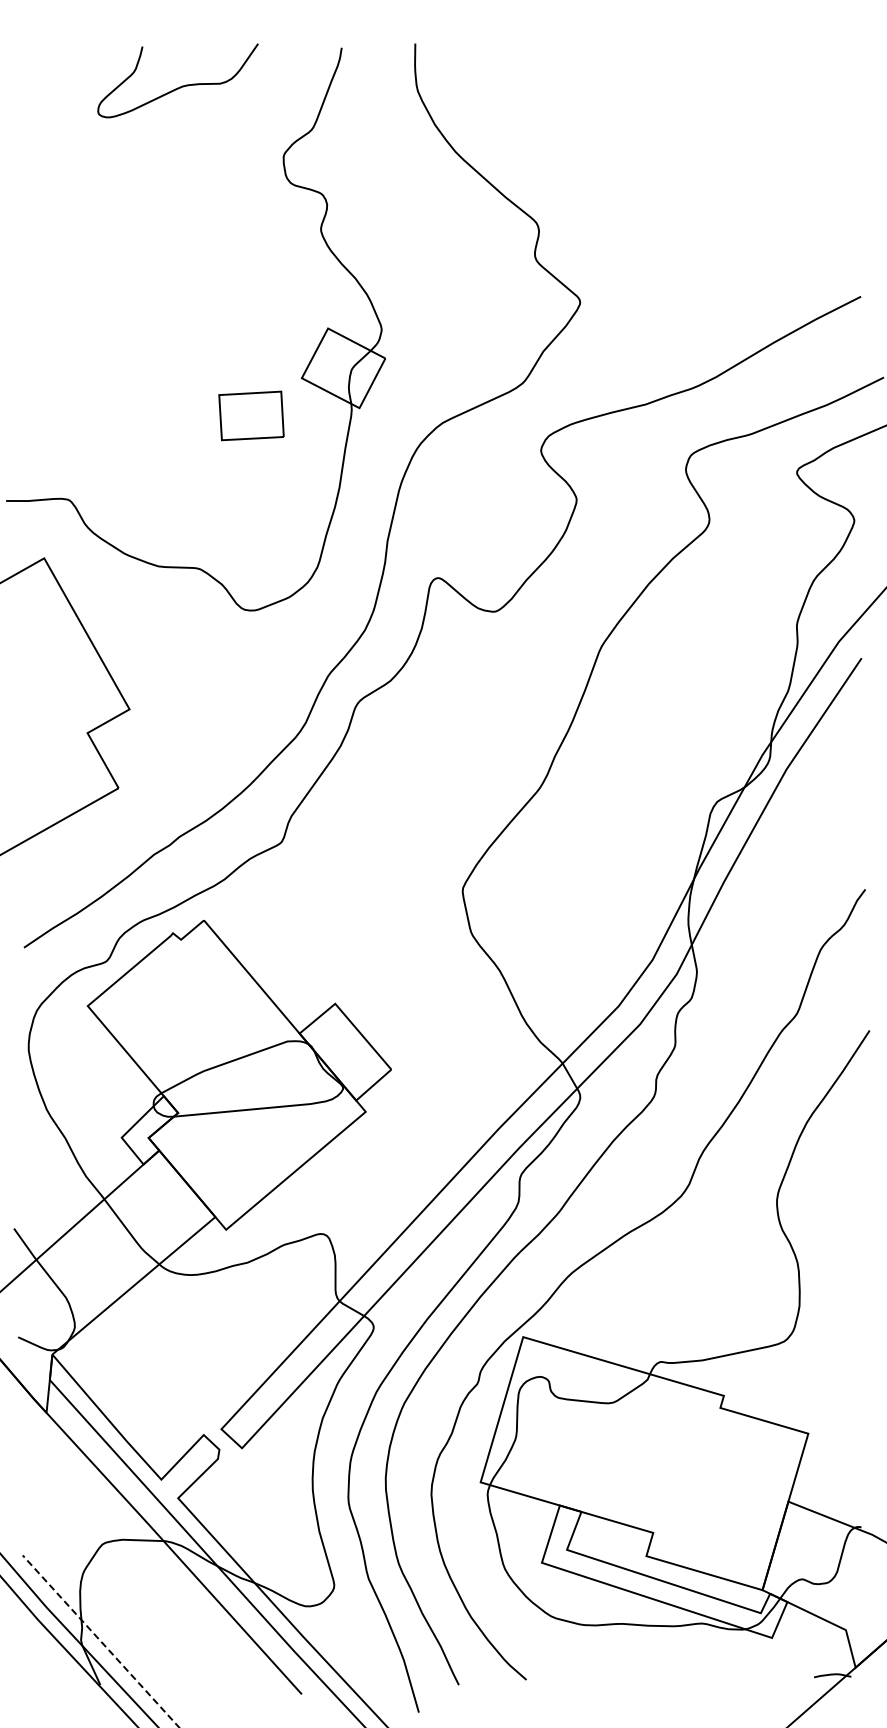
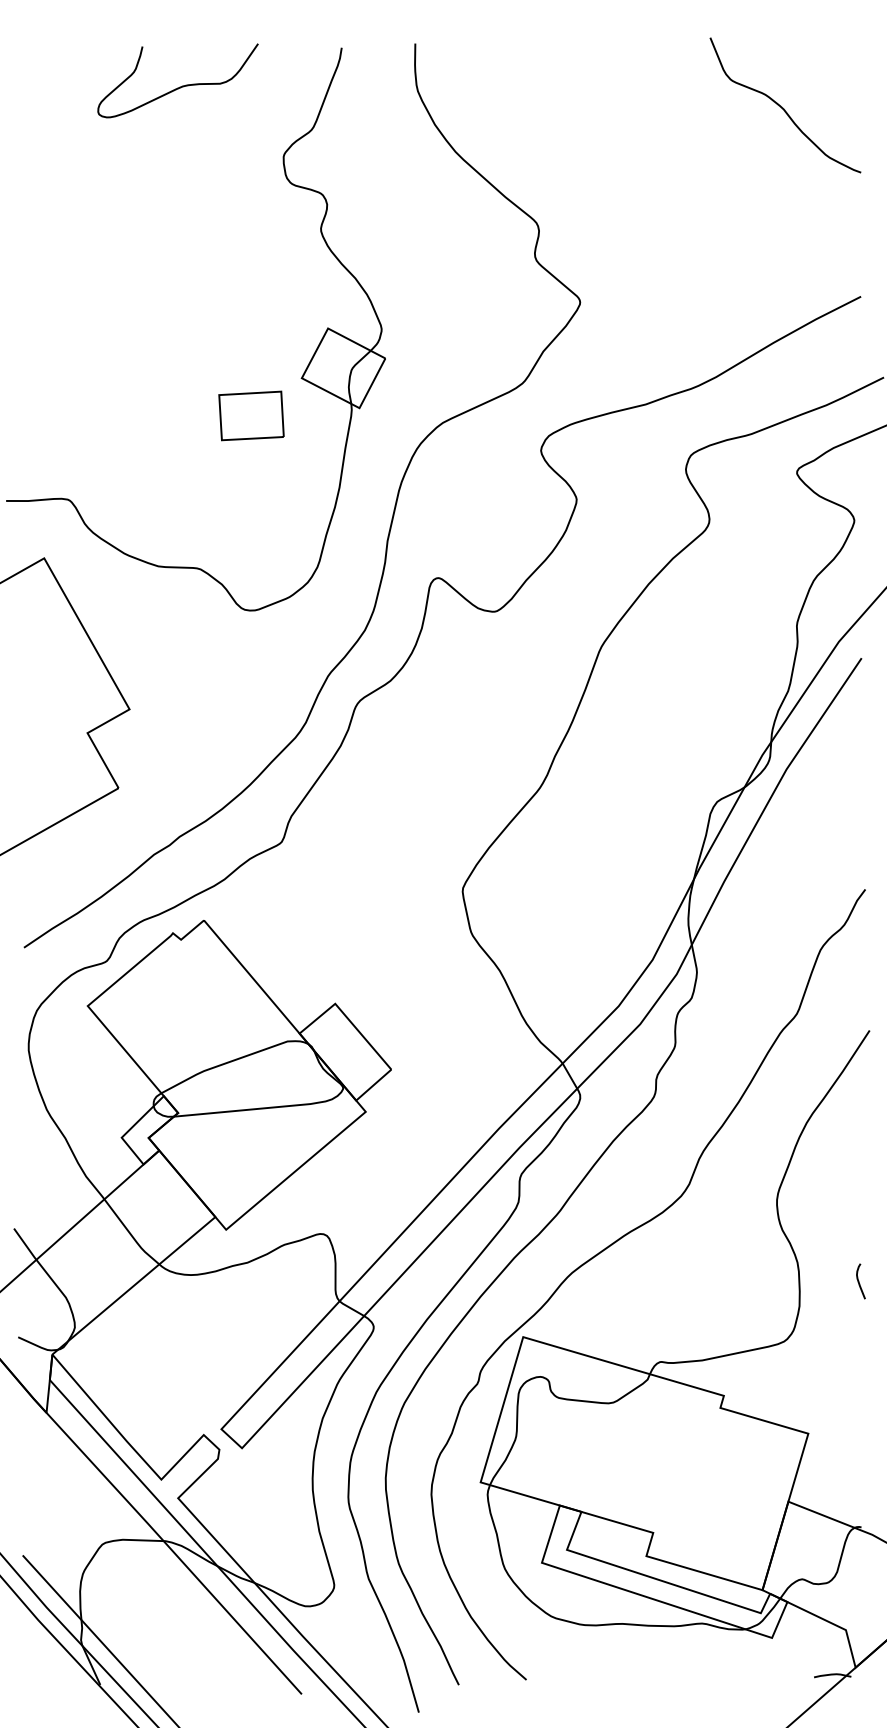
curve at (783, 107): none -> present
curve at (859, 1281): none -> present
line at (100, 1641): dashed -> solid
